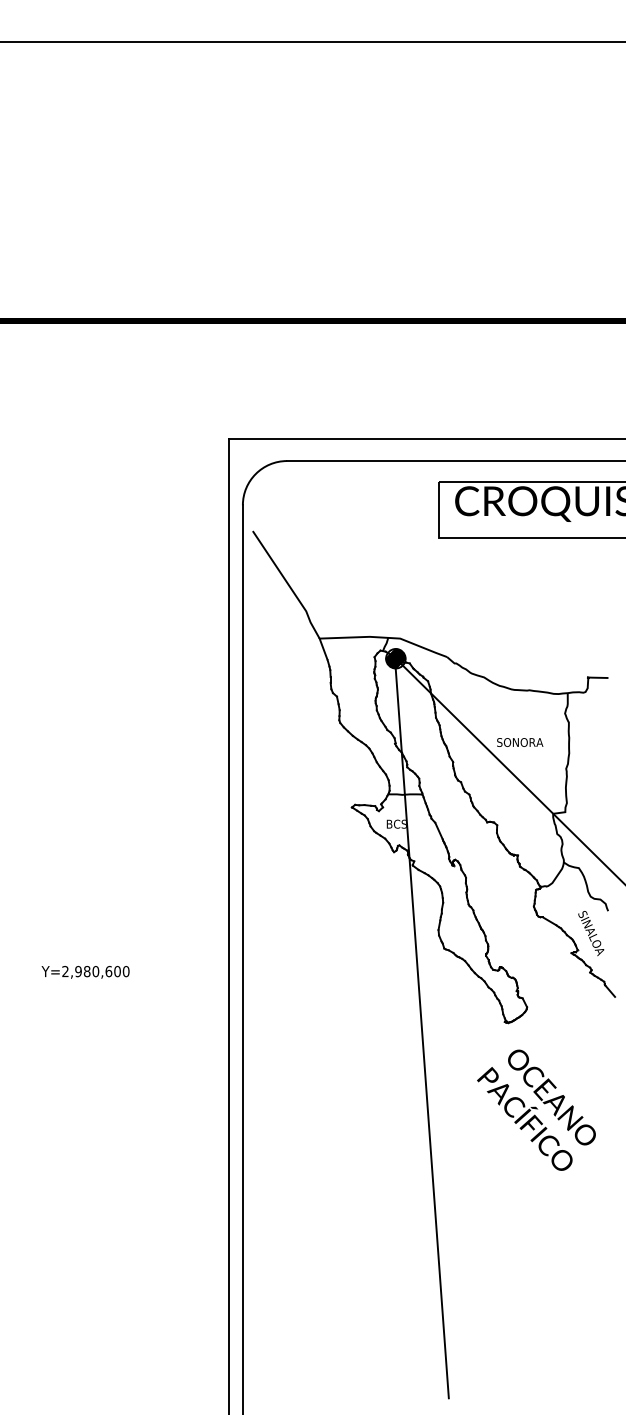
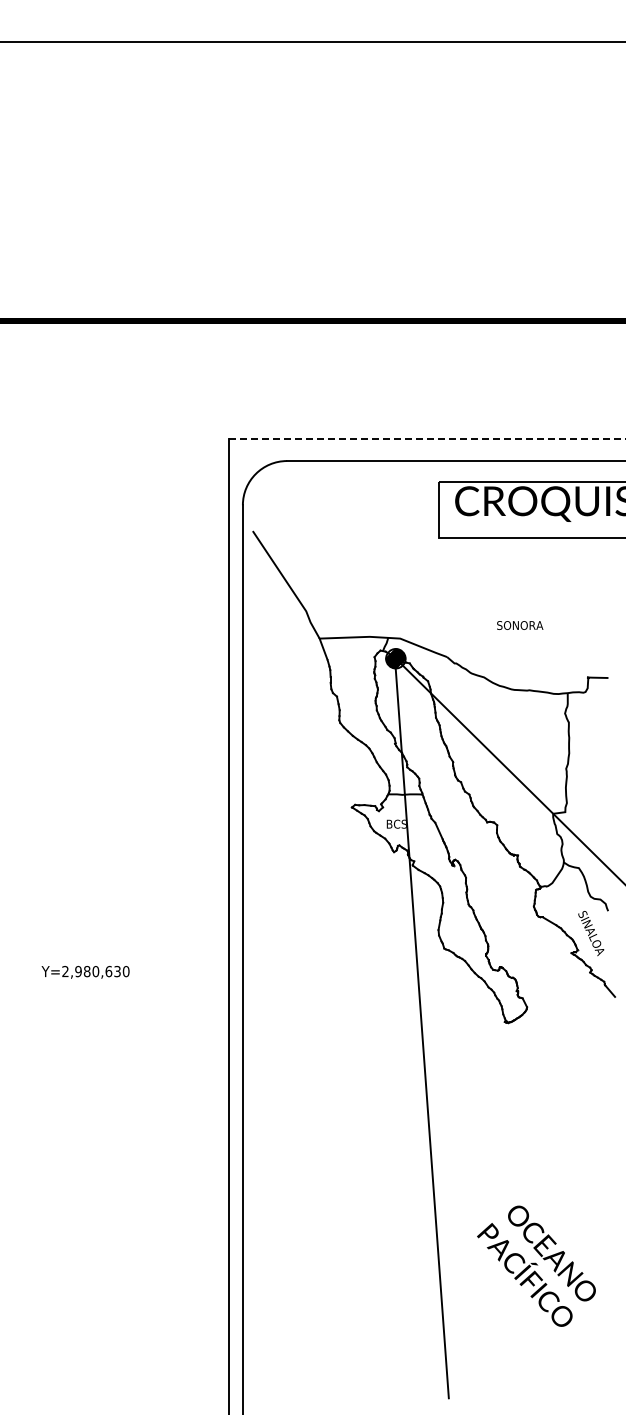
line at (427, 439): solid -> dashed
text at (520, 742) position: (520, 742) -> (520, 625)
text at (117, 971): Y=2,980,600 -> Y=2,980,630
text at (536, 1109) position: (536, 1109) -> (536, 1265)
